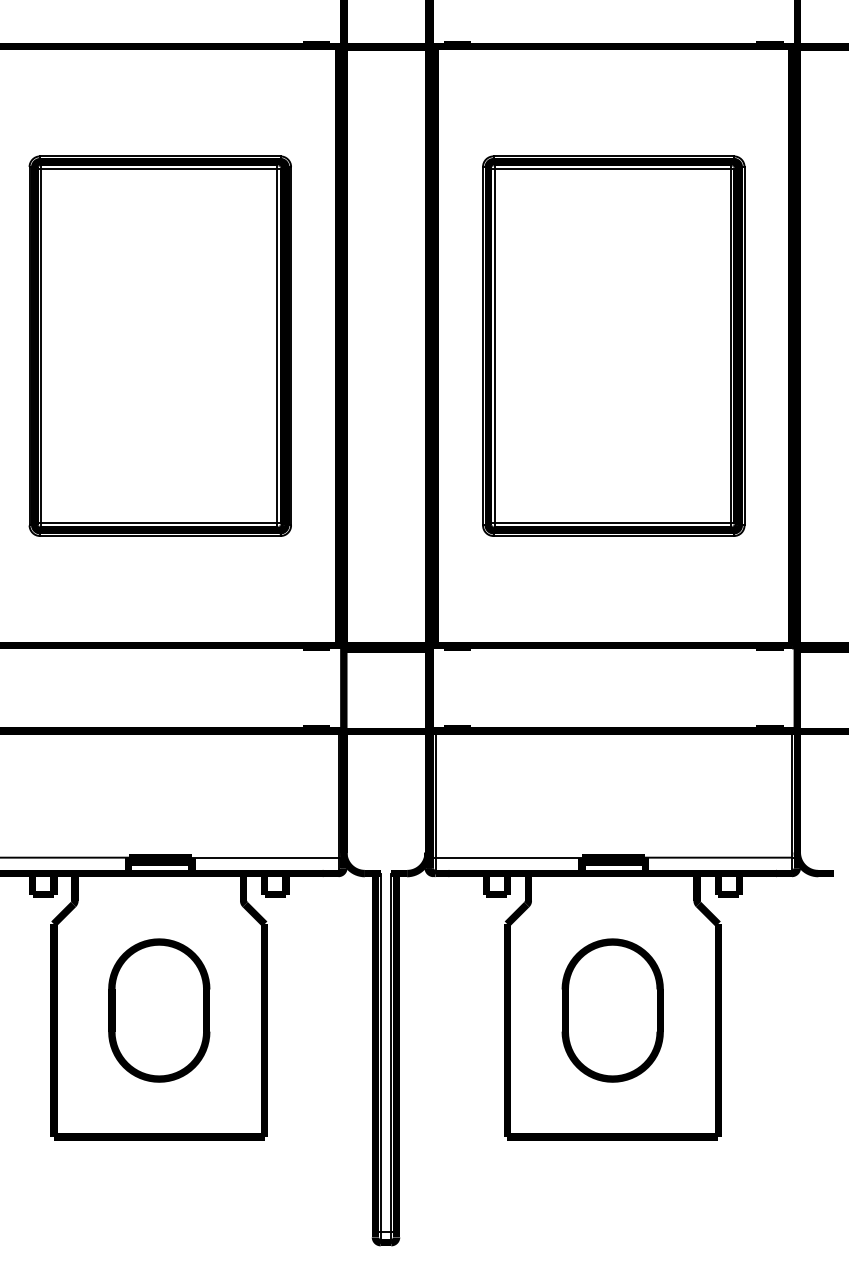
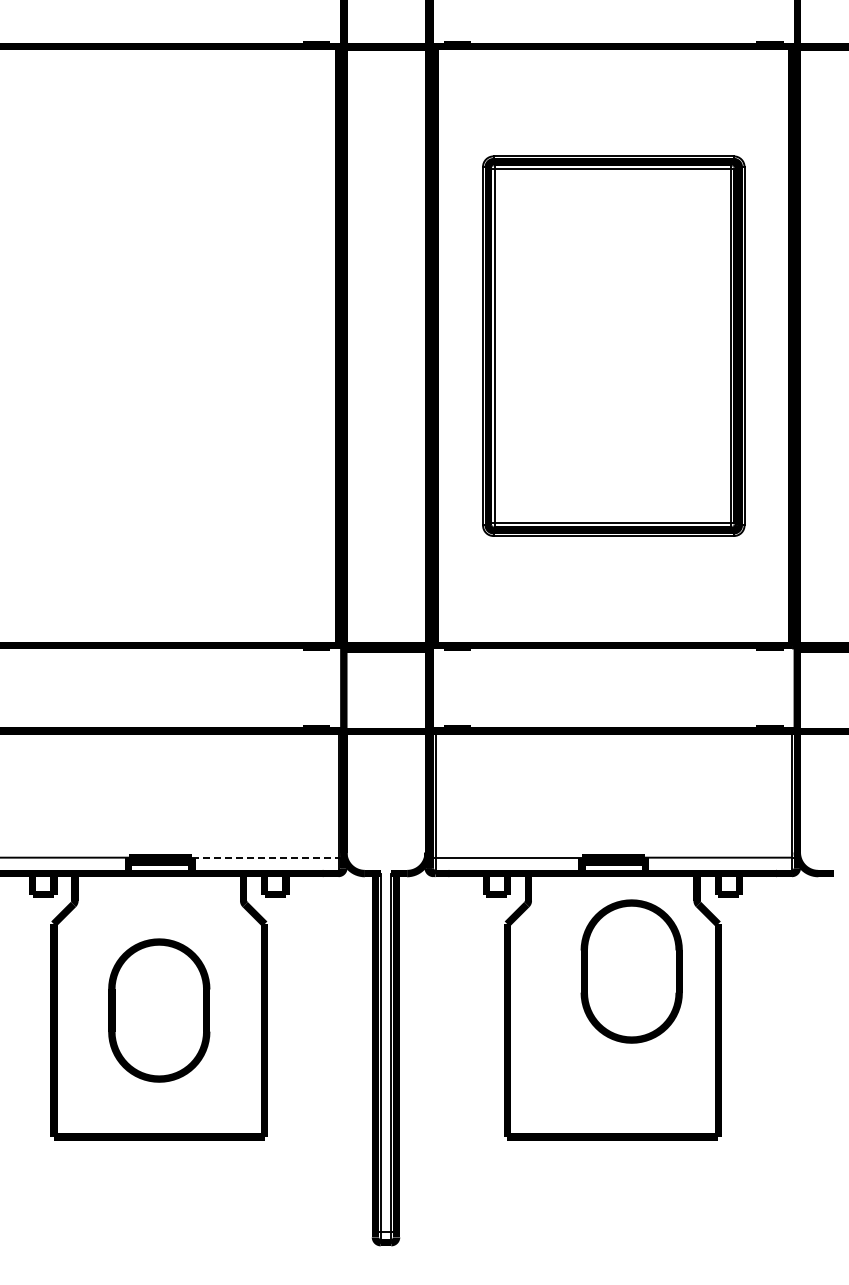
part at (159, 345): present -> none
line at (265, 857): solid -> dashed
part at (612, 1010) position: (612, 1010) -> (631, 971)
